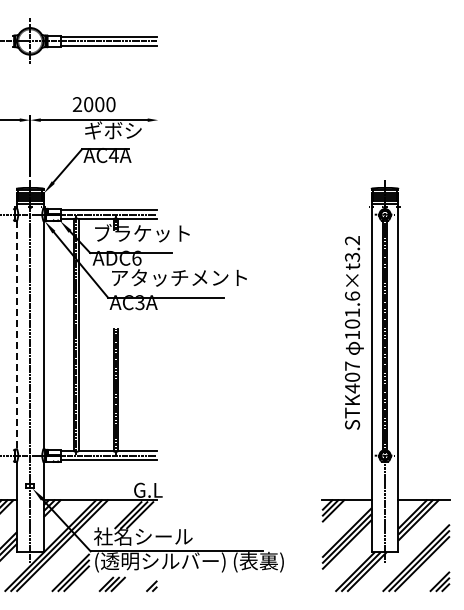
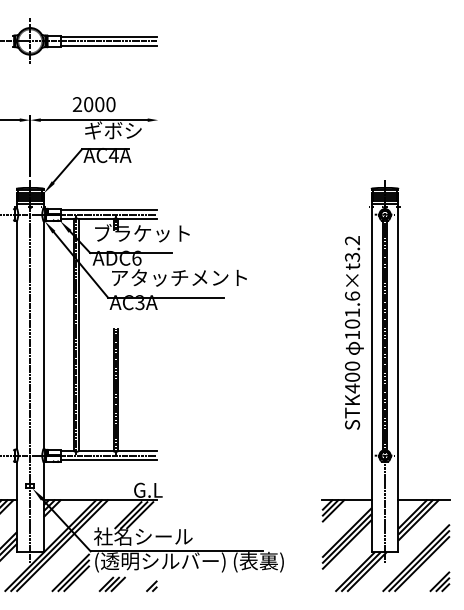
line at (16, 335): dashed -> solid
text at (352, 365): STK407 -> STK400
